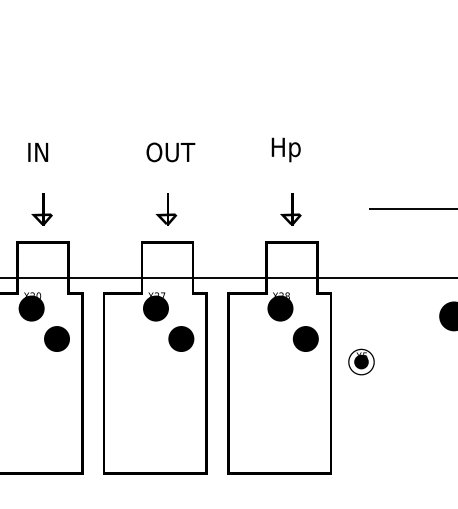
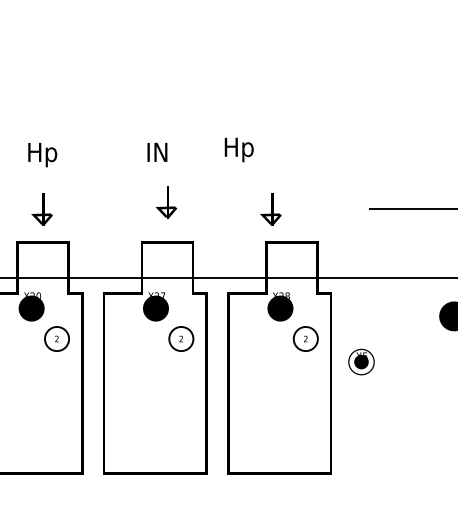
text at (285, 149) position: (285, 149) -> (238, 149)
text at (170, 152): OUT -> IN
text at (43, 154): IN -> Hp
part at (166, 209) position: (166, 209) -> (166, 202)
part at (290, 209) position: (290, 209) -> (270, 209)
fill at (56, 338): present -> none
fill at (181, 338): present -> none
fill at (305, 338): present -> none
